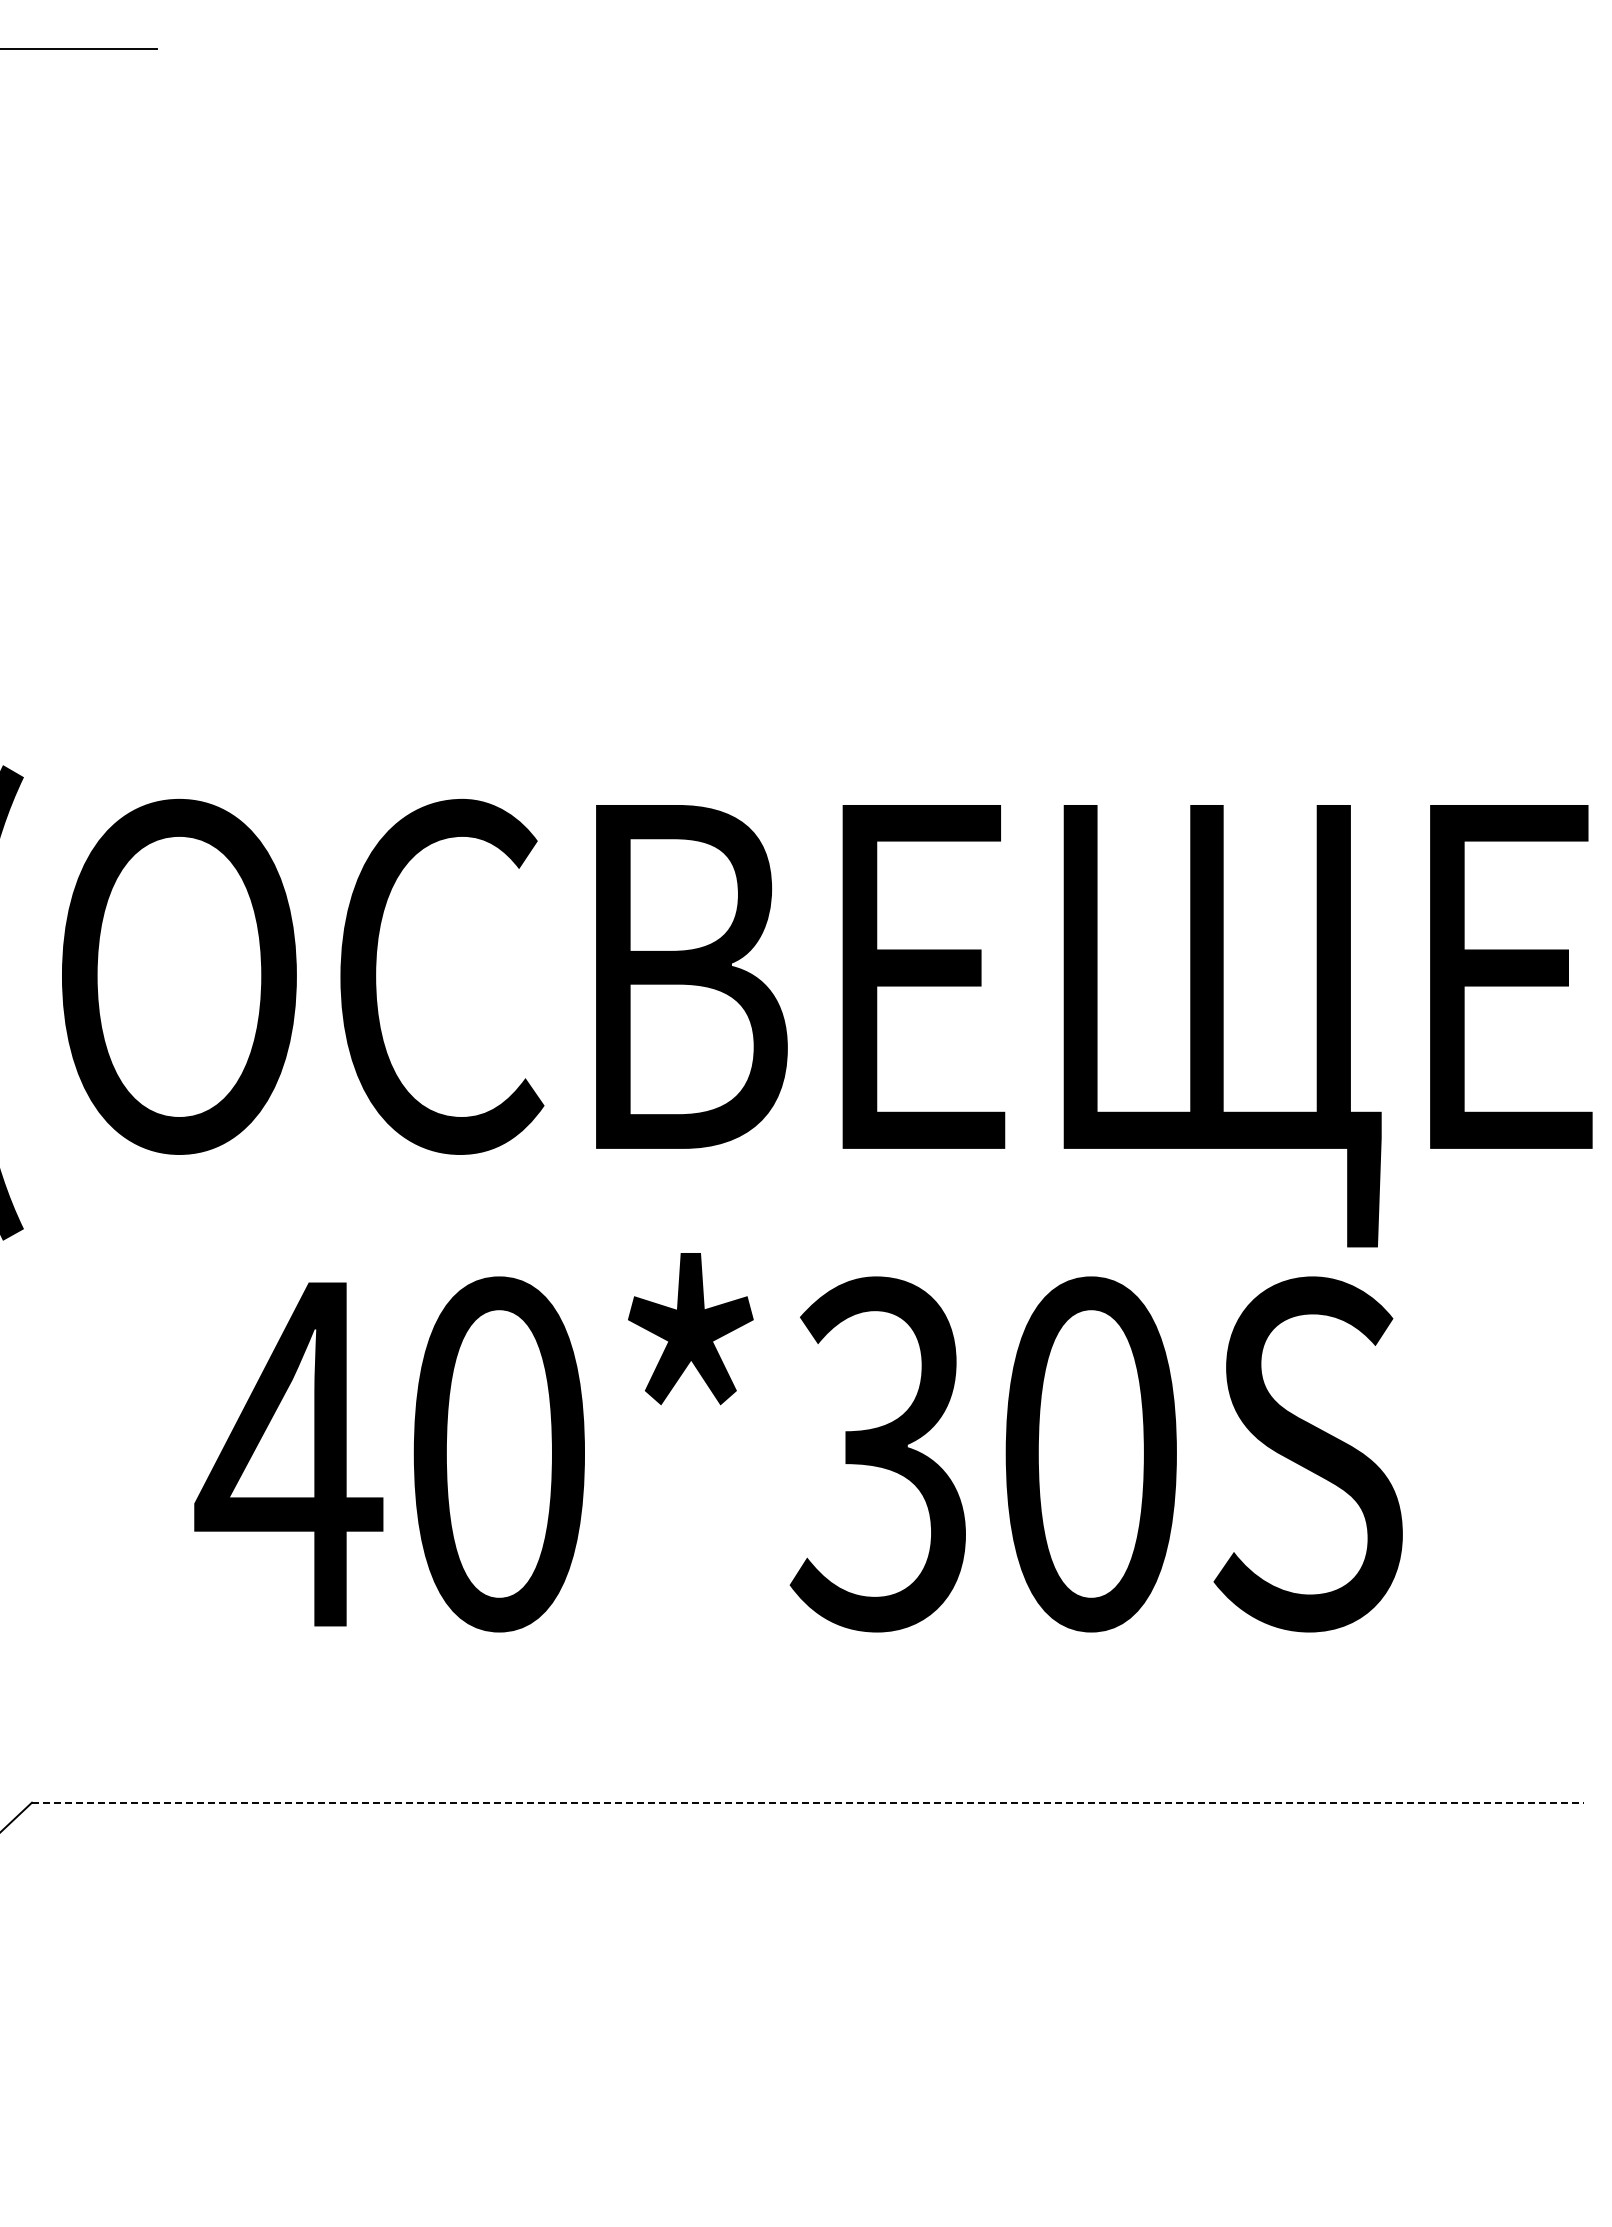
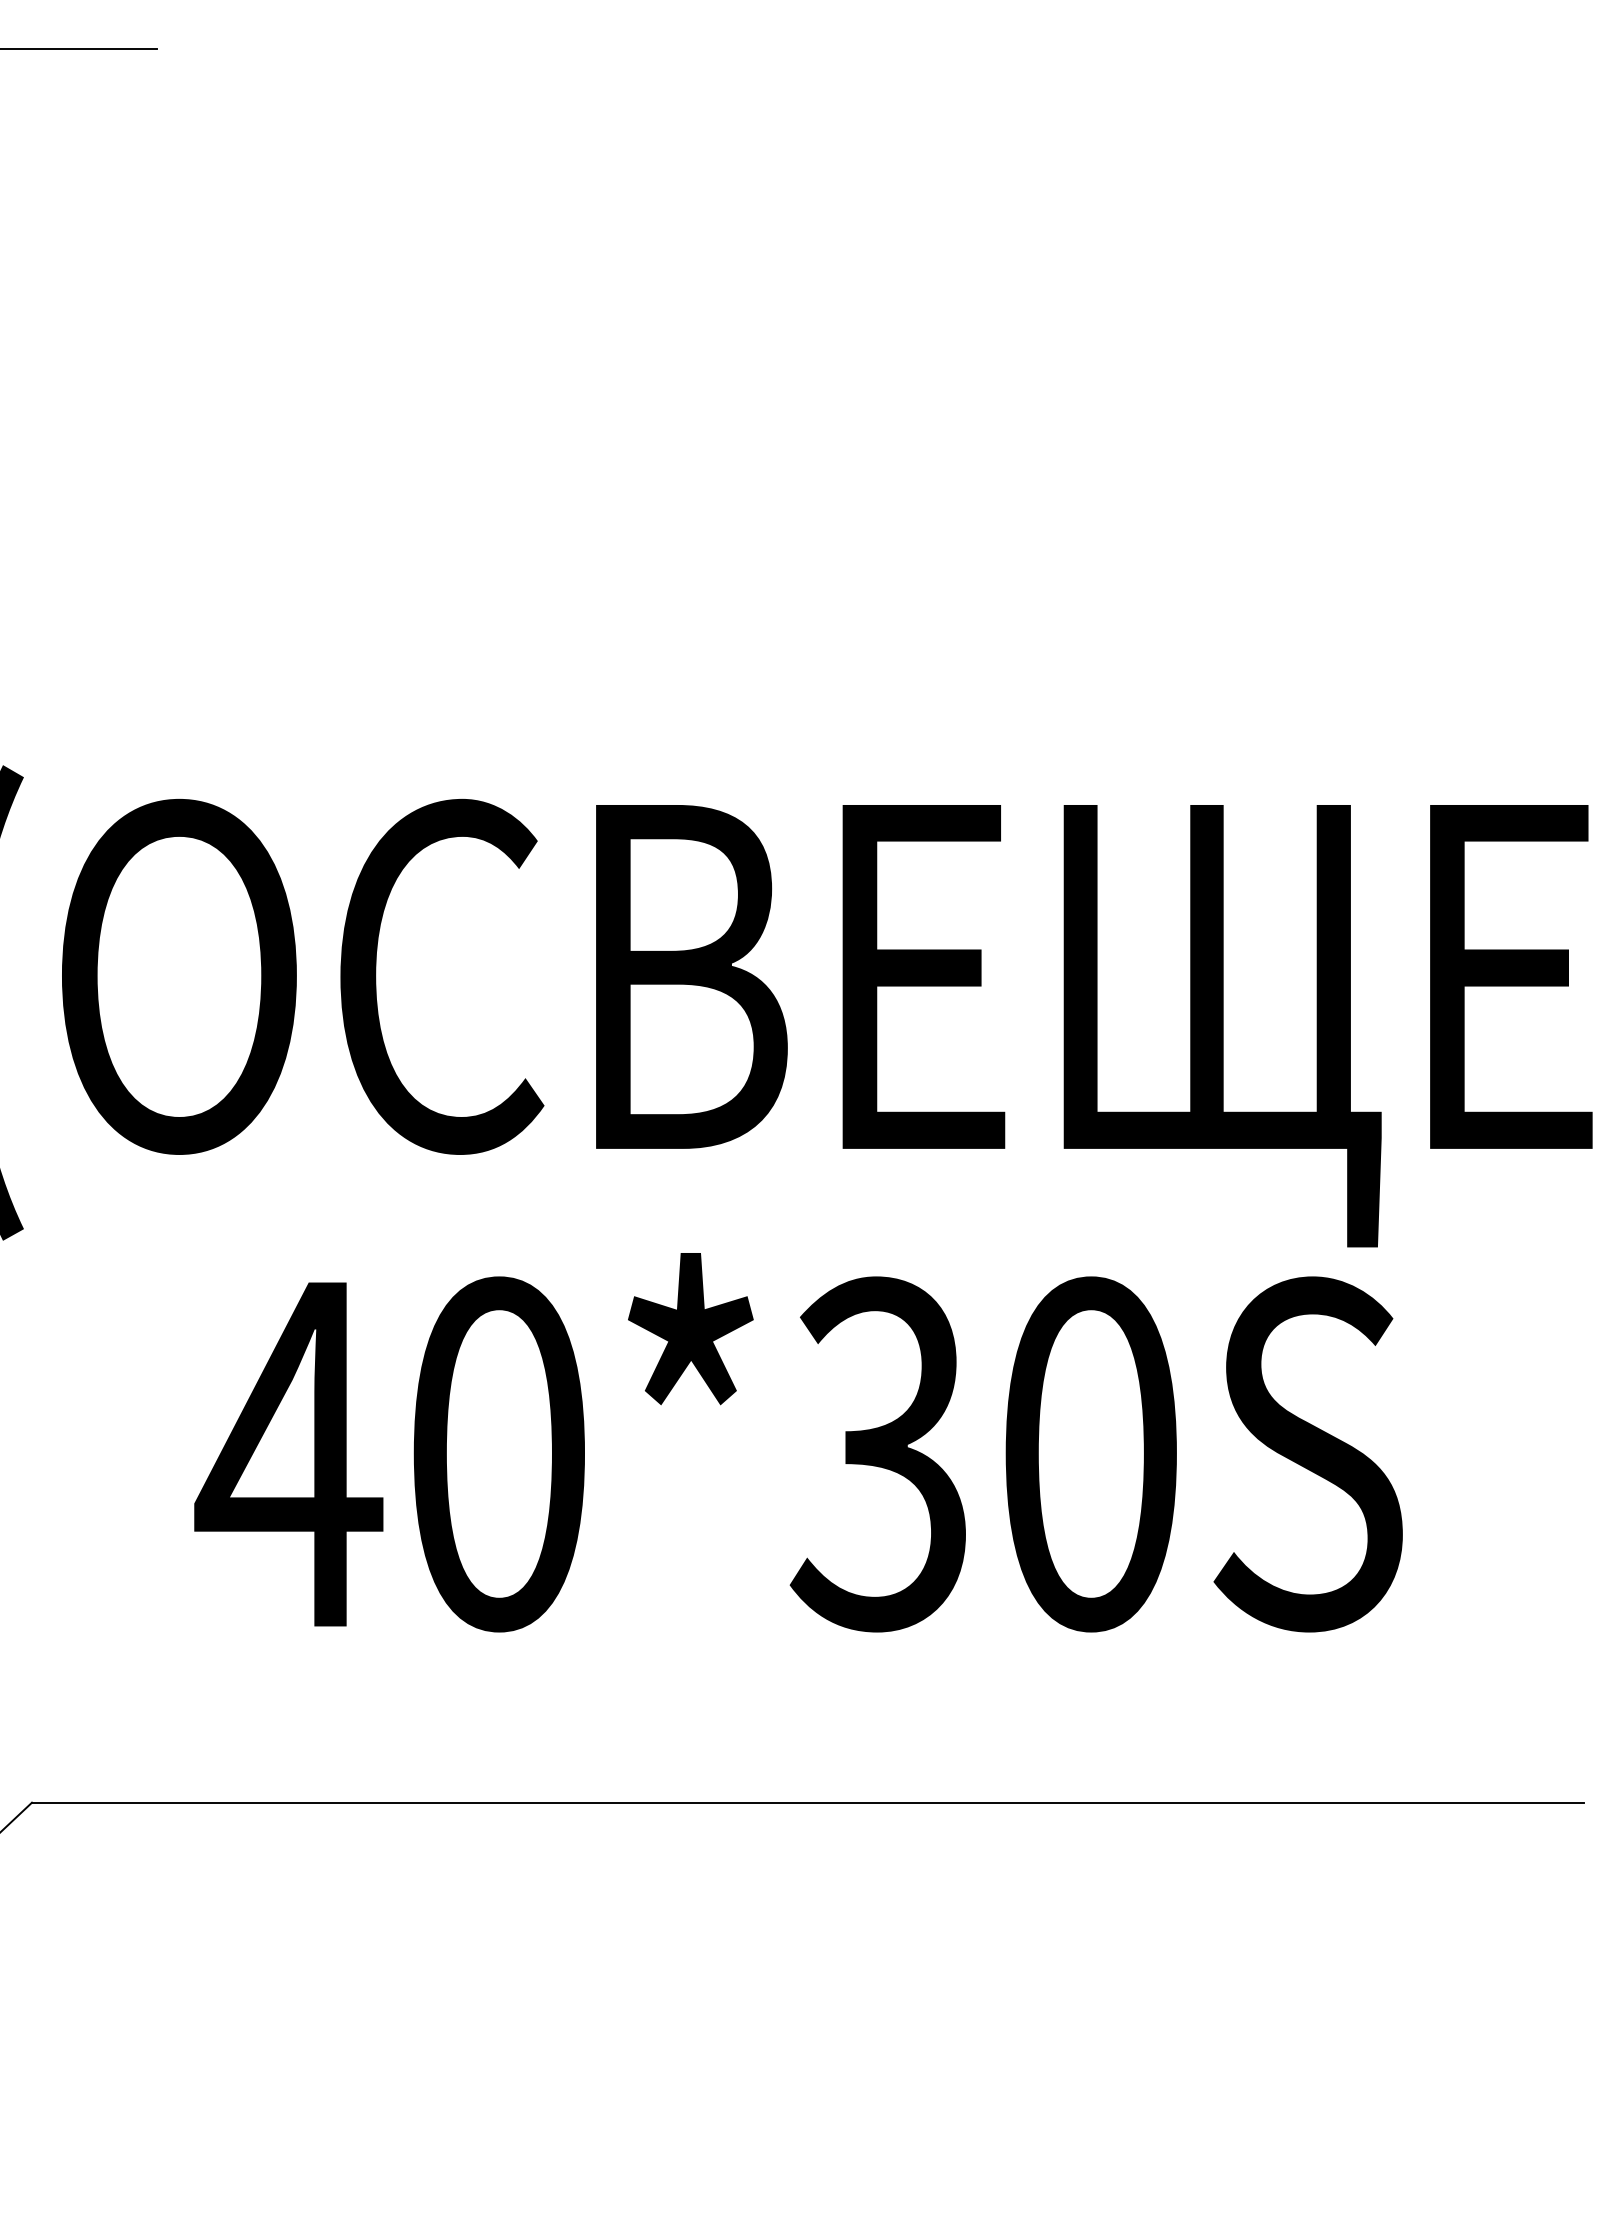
line at (807, 1802): dashed -> solid
